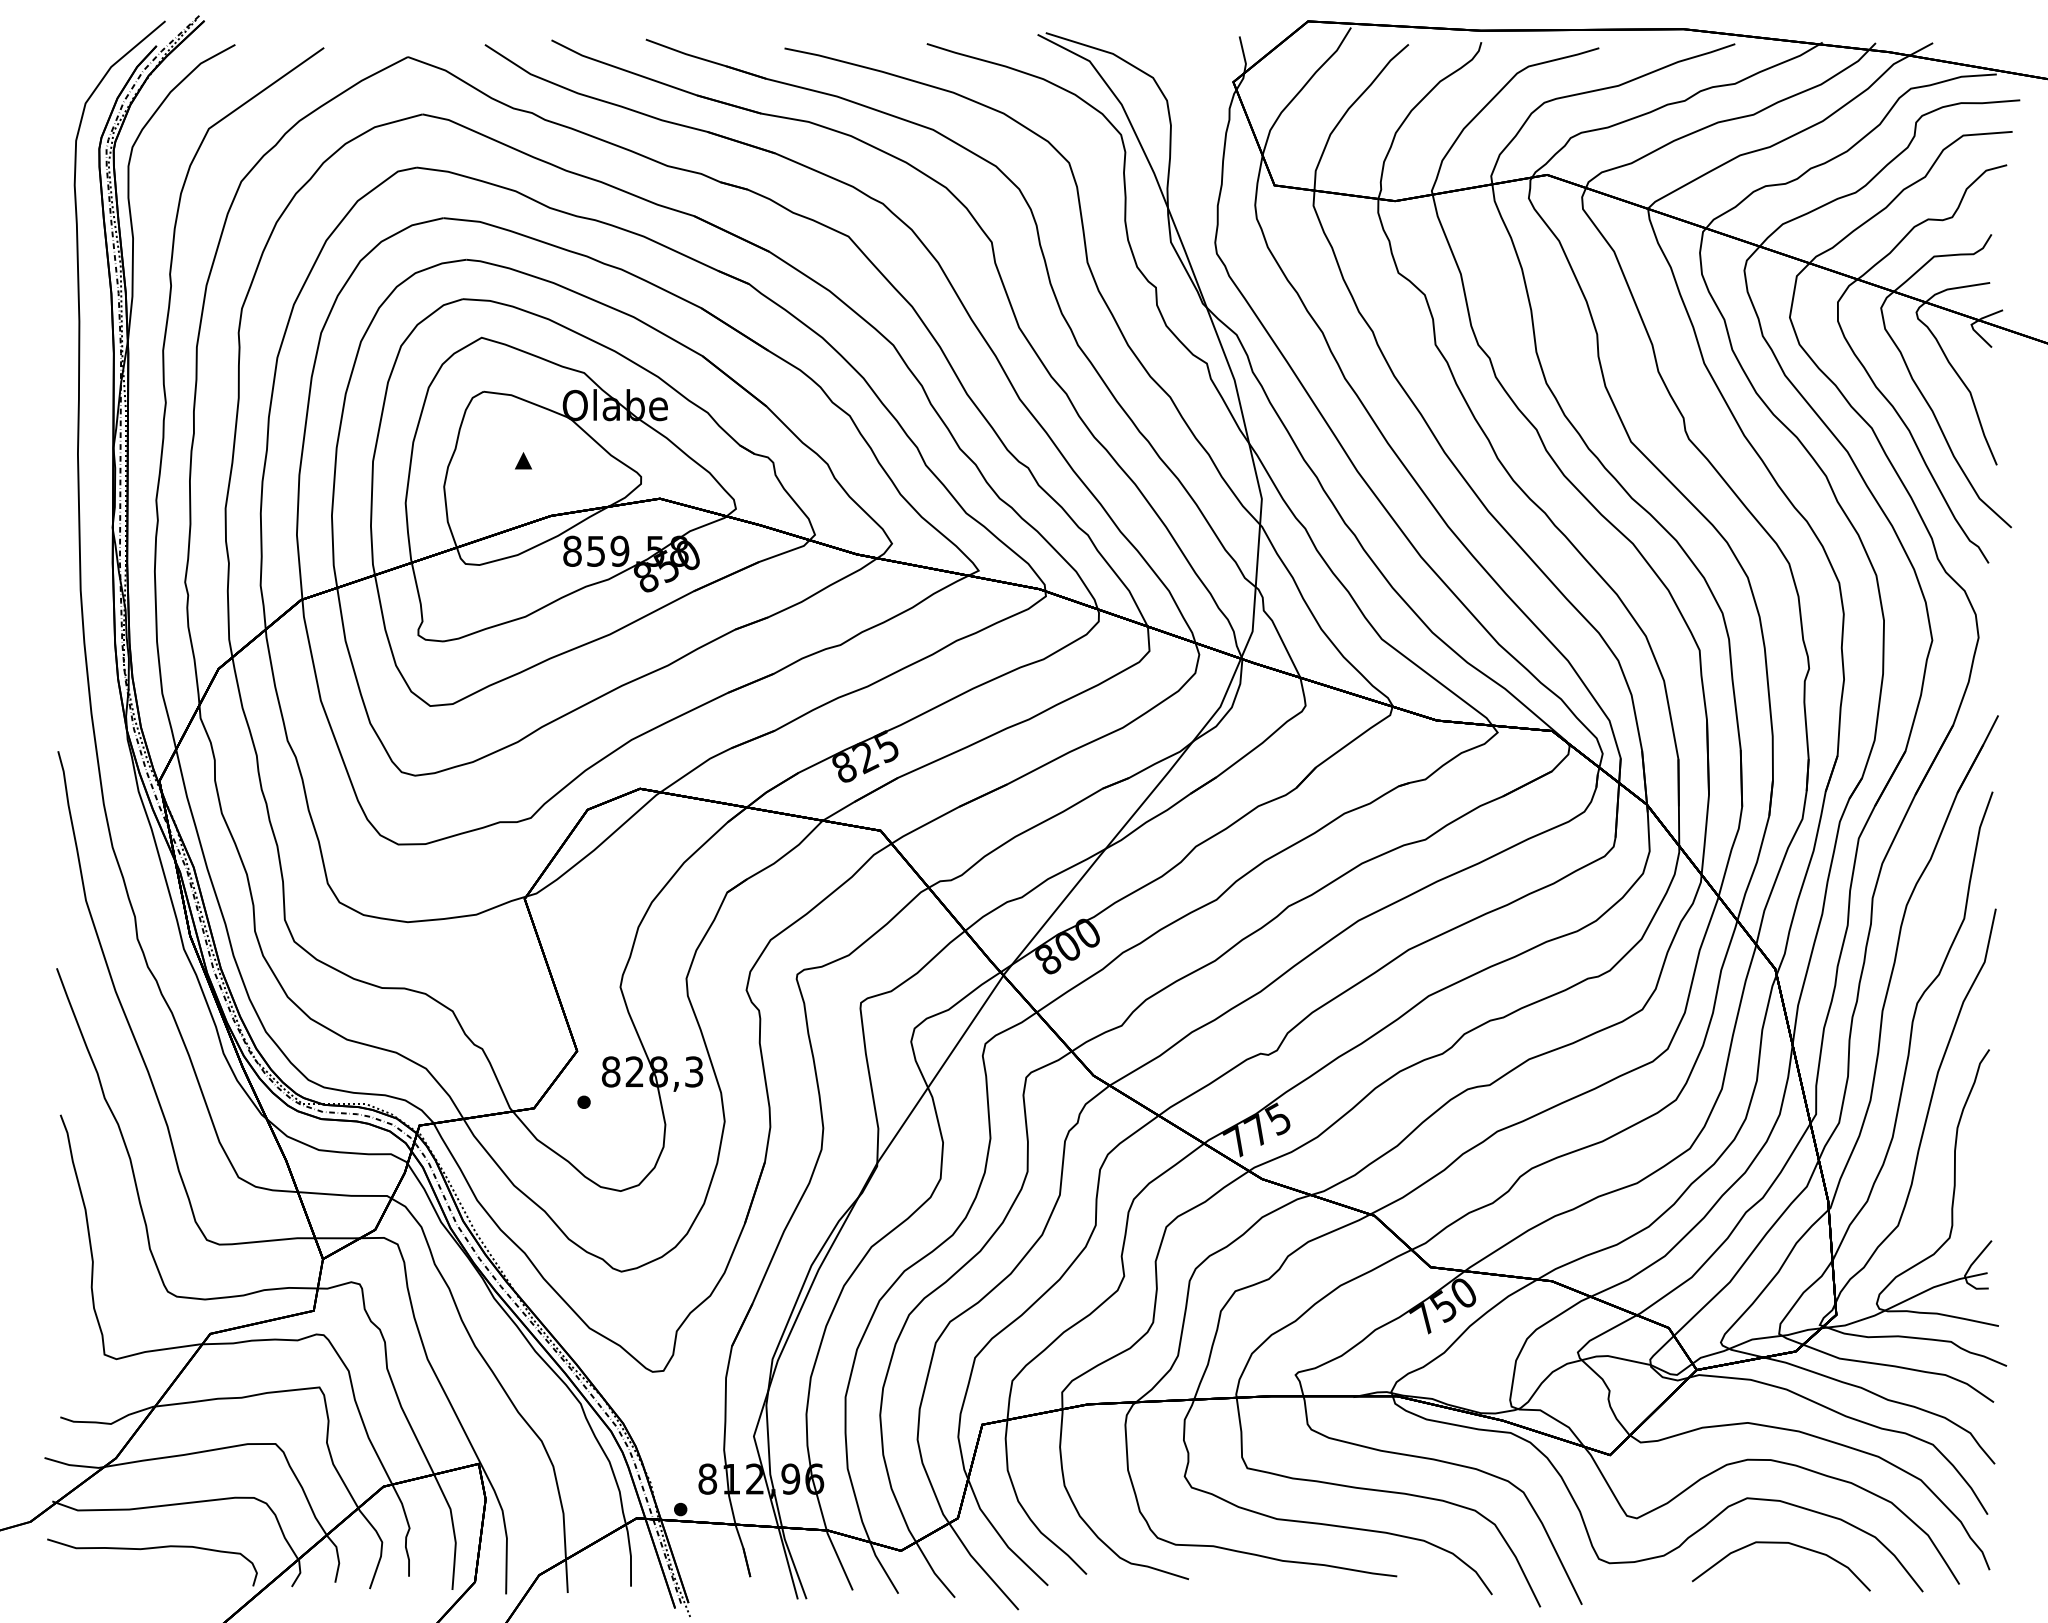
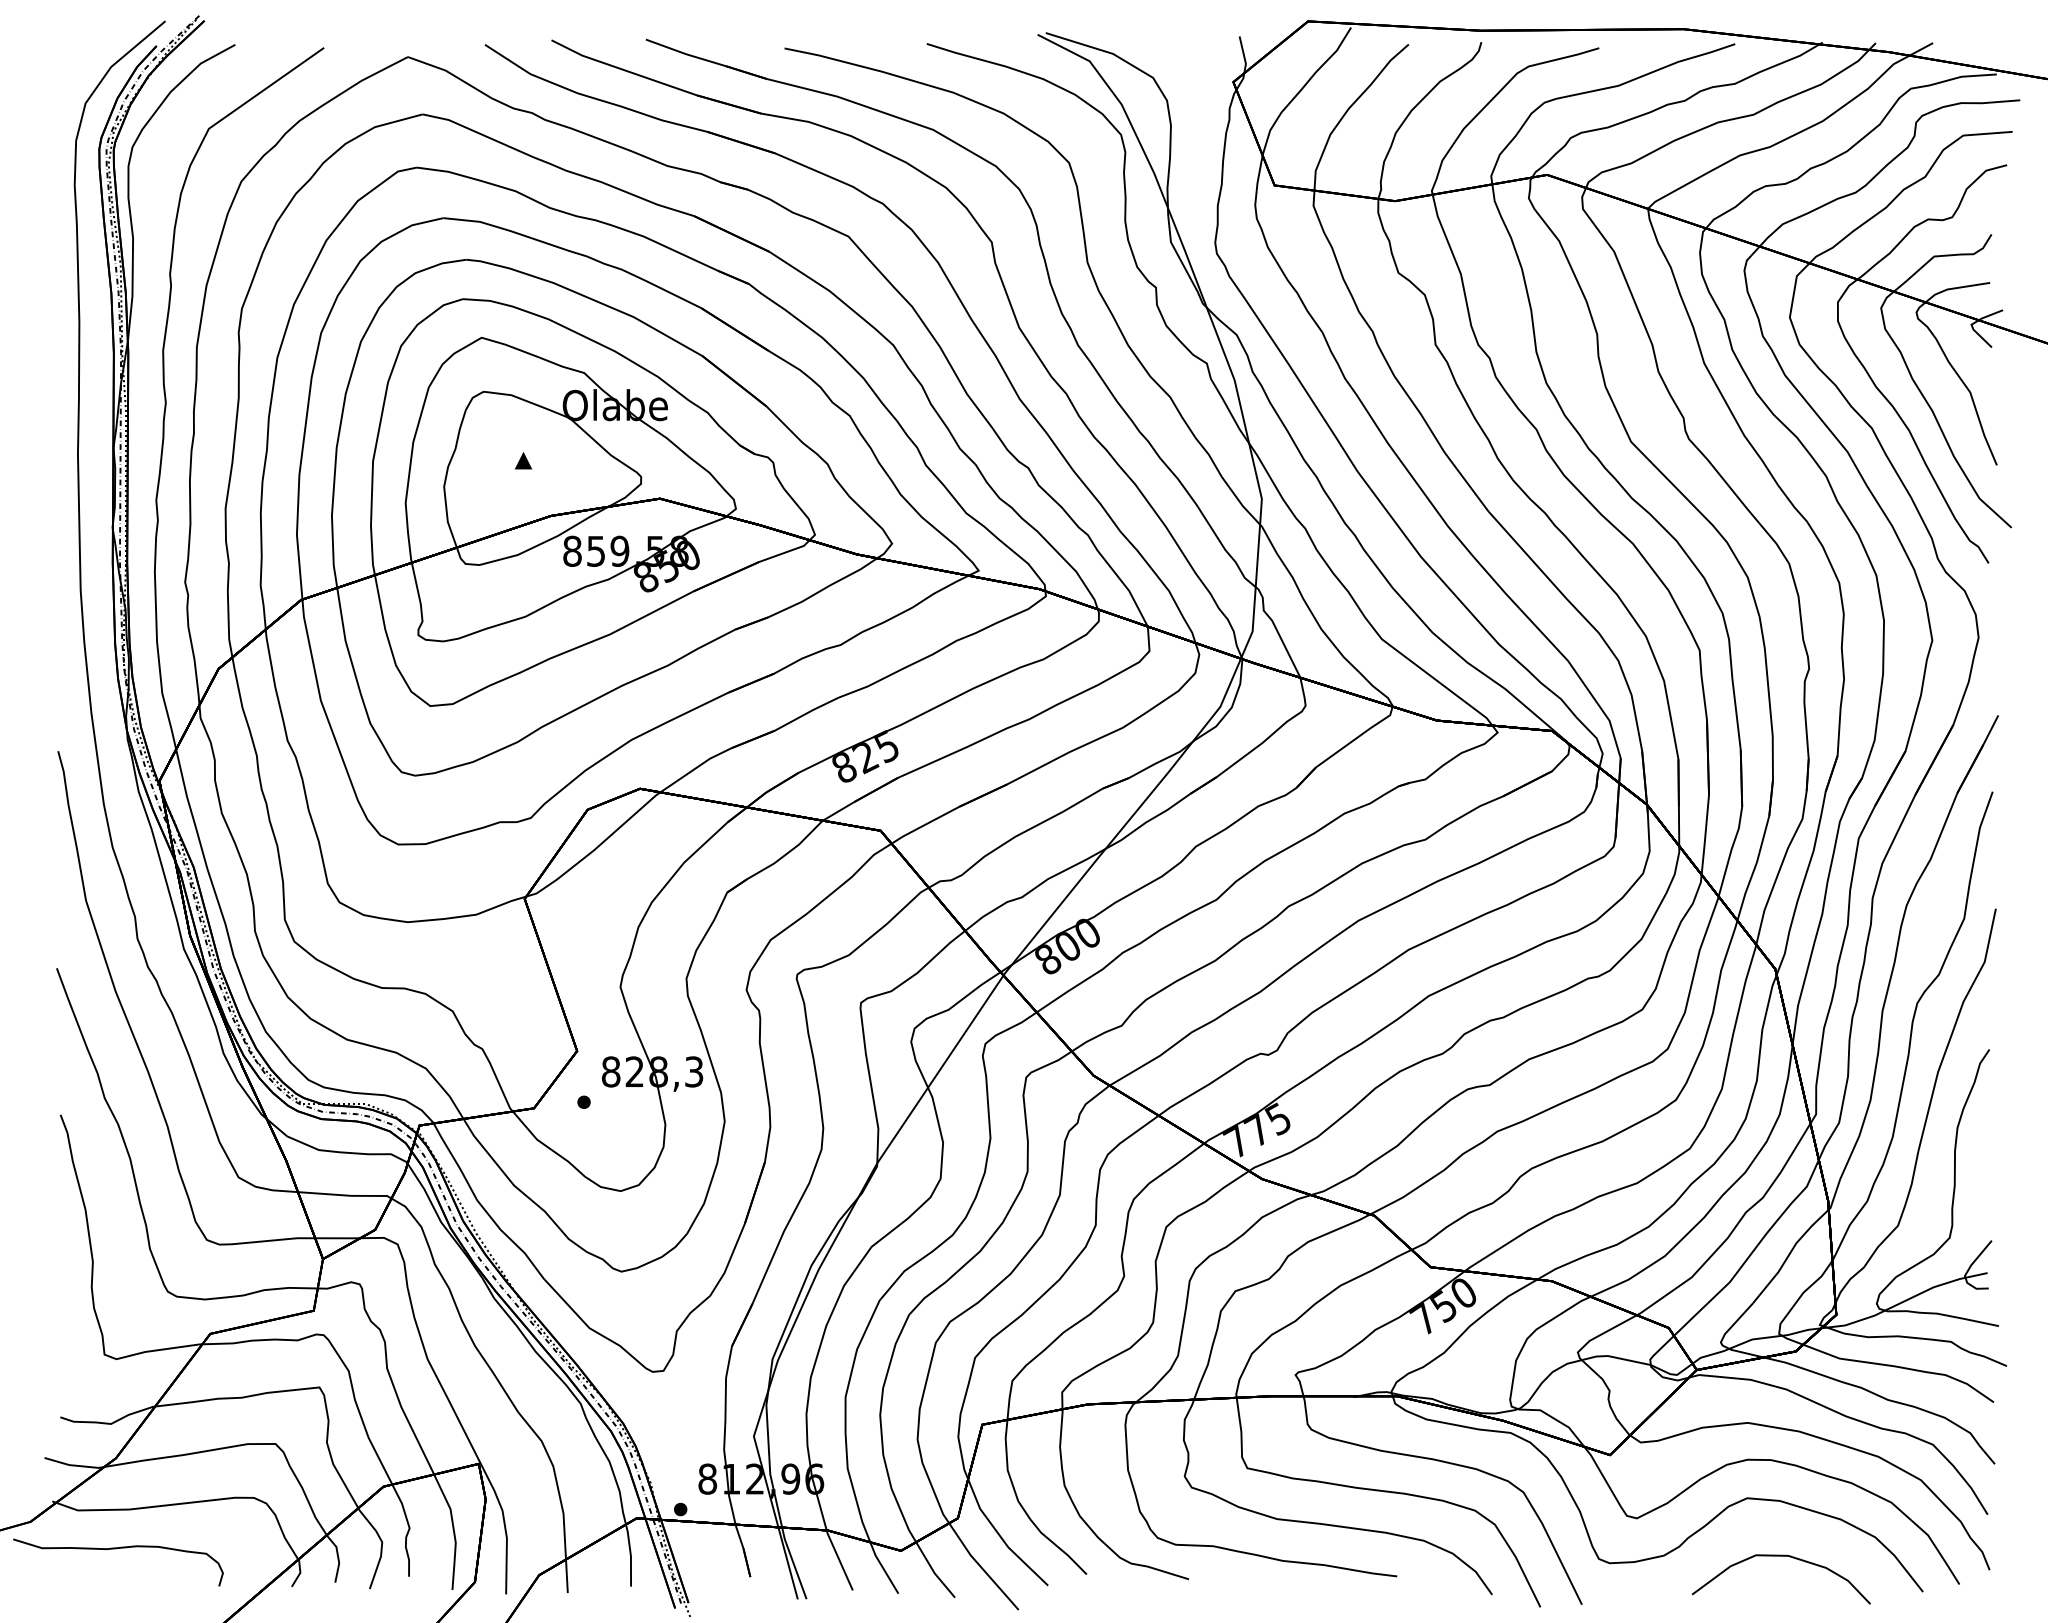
curve at (1781, 1543) position: (1781, 1543) -> (1781, 1556)
curve at (150, 1549) position: (150, 1549) -> (116, 1549)
